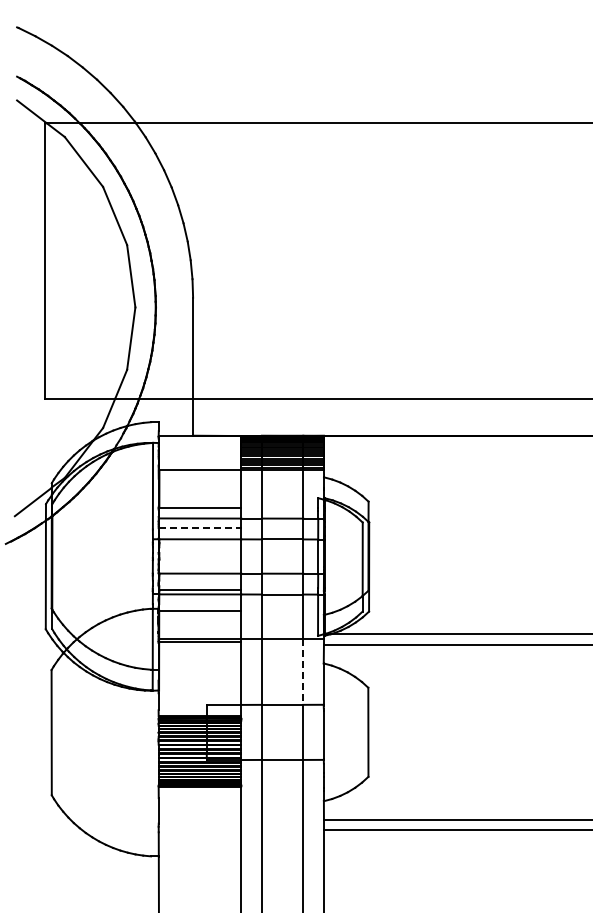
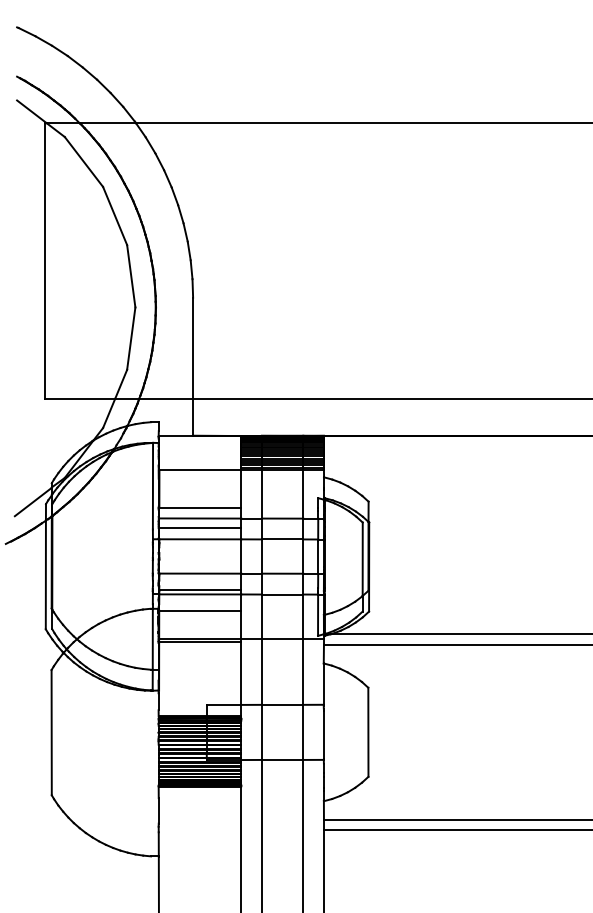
line at (200, 528): dashed -> solid
line at (303, 672): dashed -> solid
